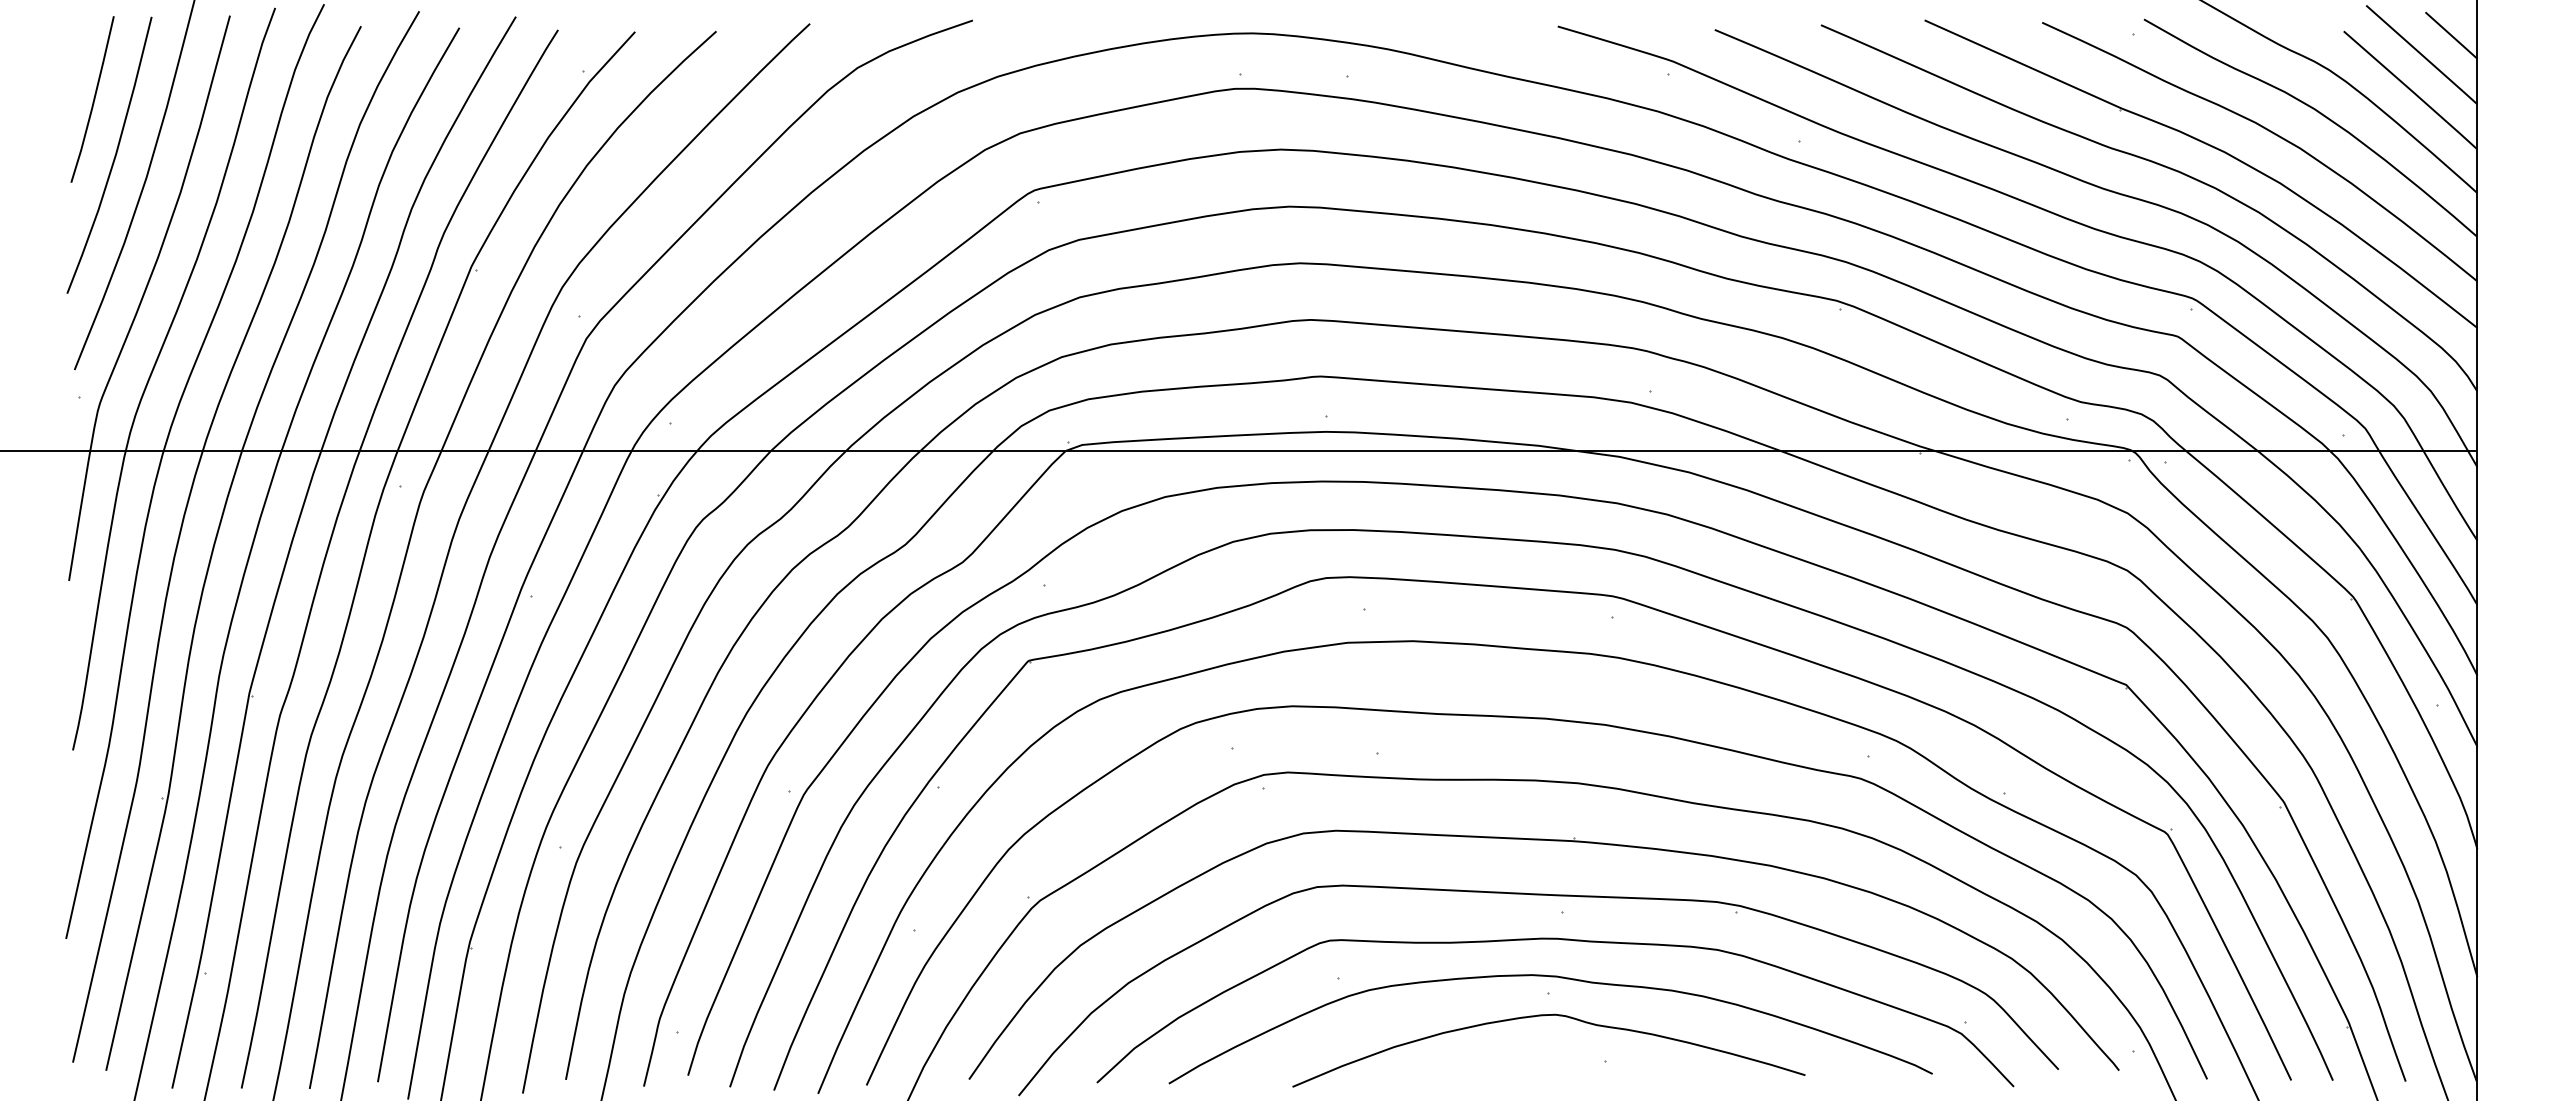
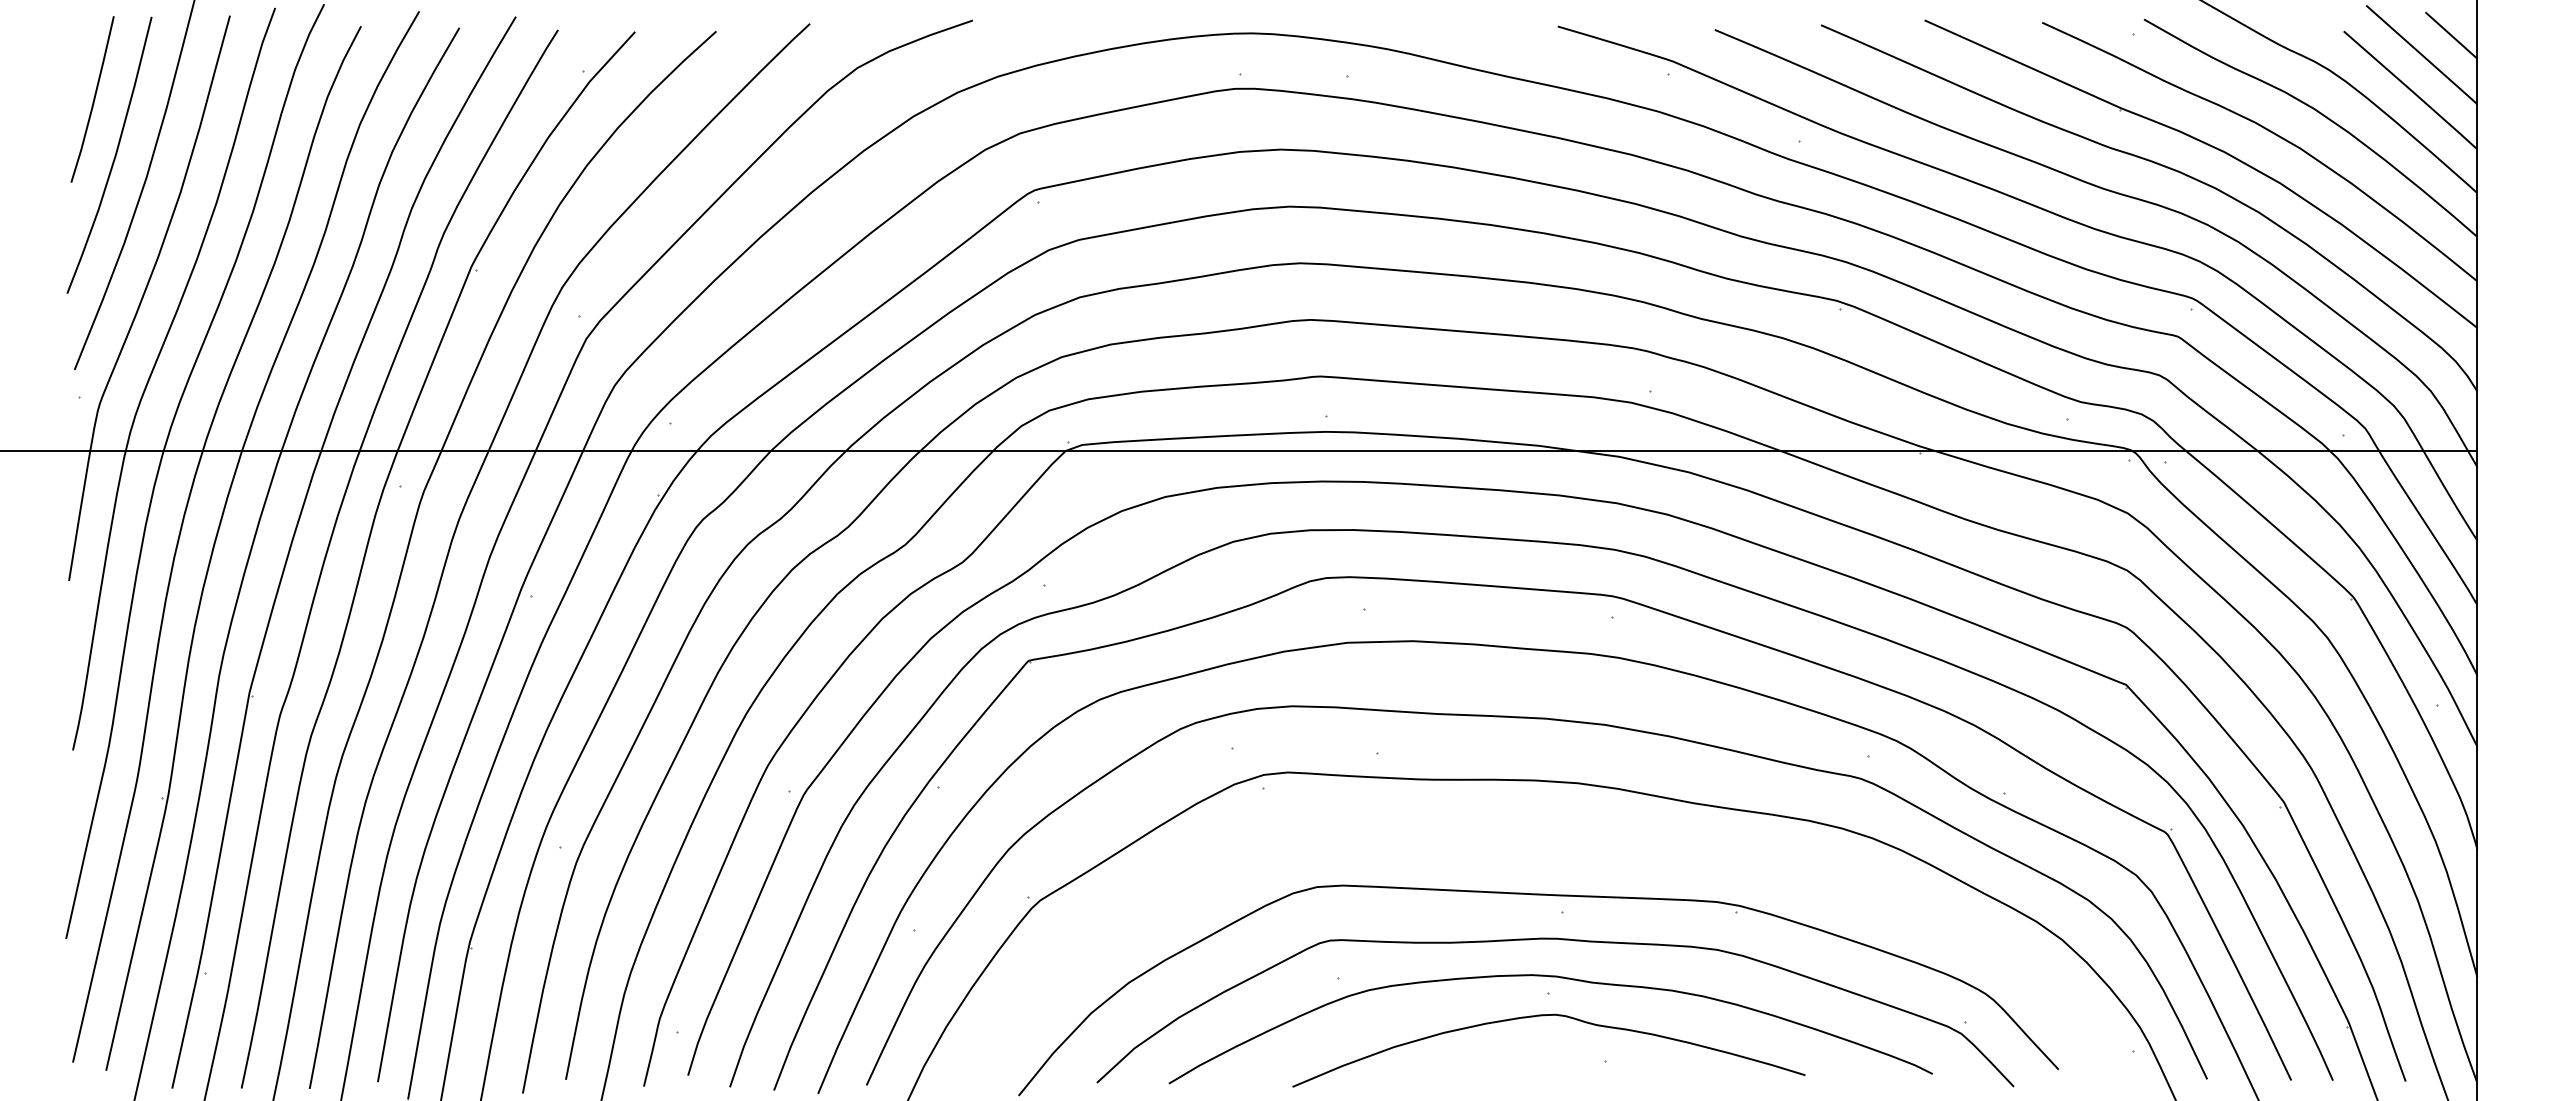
part at (1552, 841): present -> none
